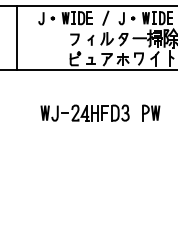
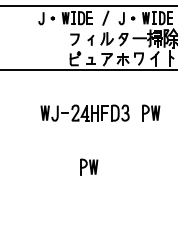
line at (16, 38): present -> none
part at (89, 166): none -> present
